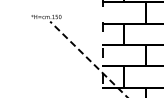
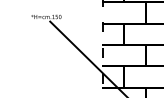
line at (88, 59): dashed -> solid
